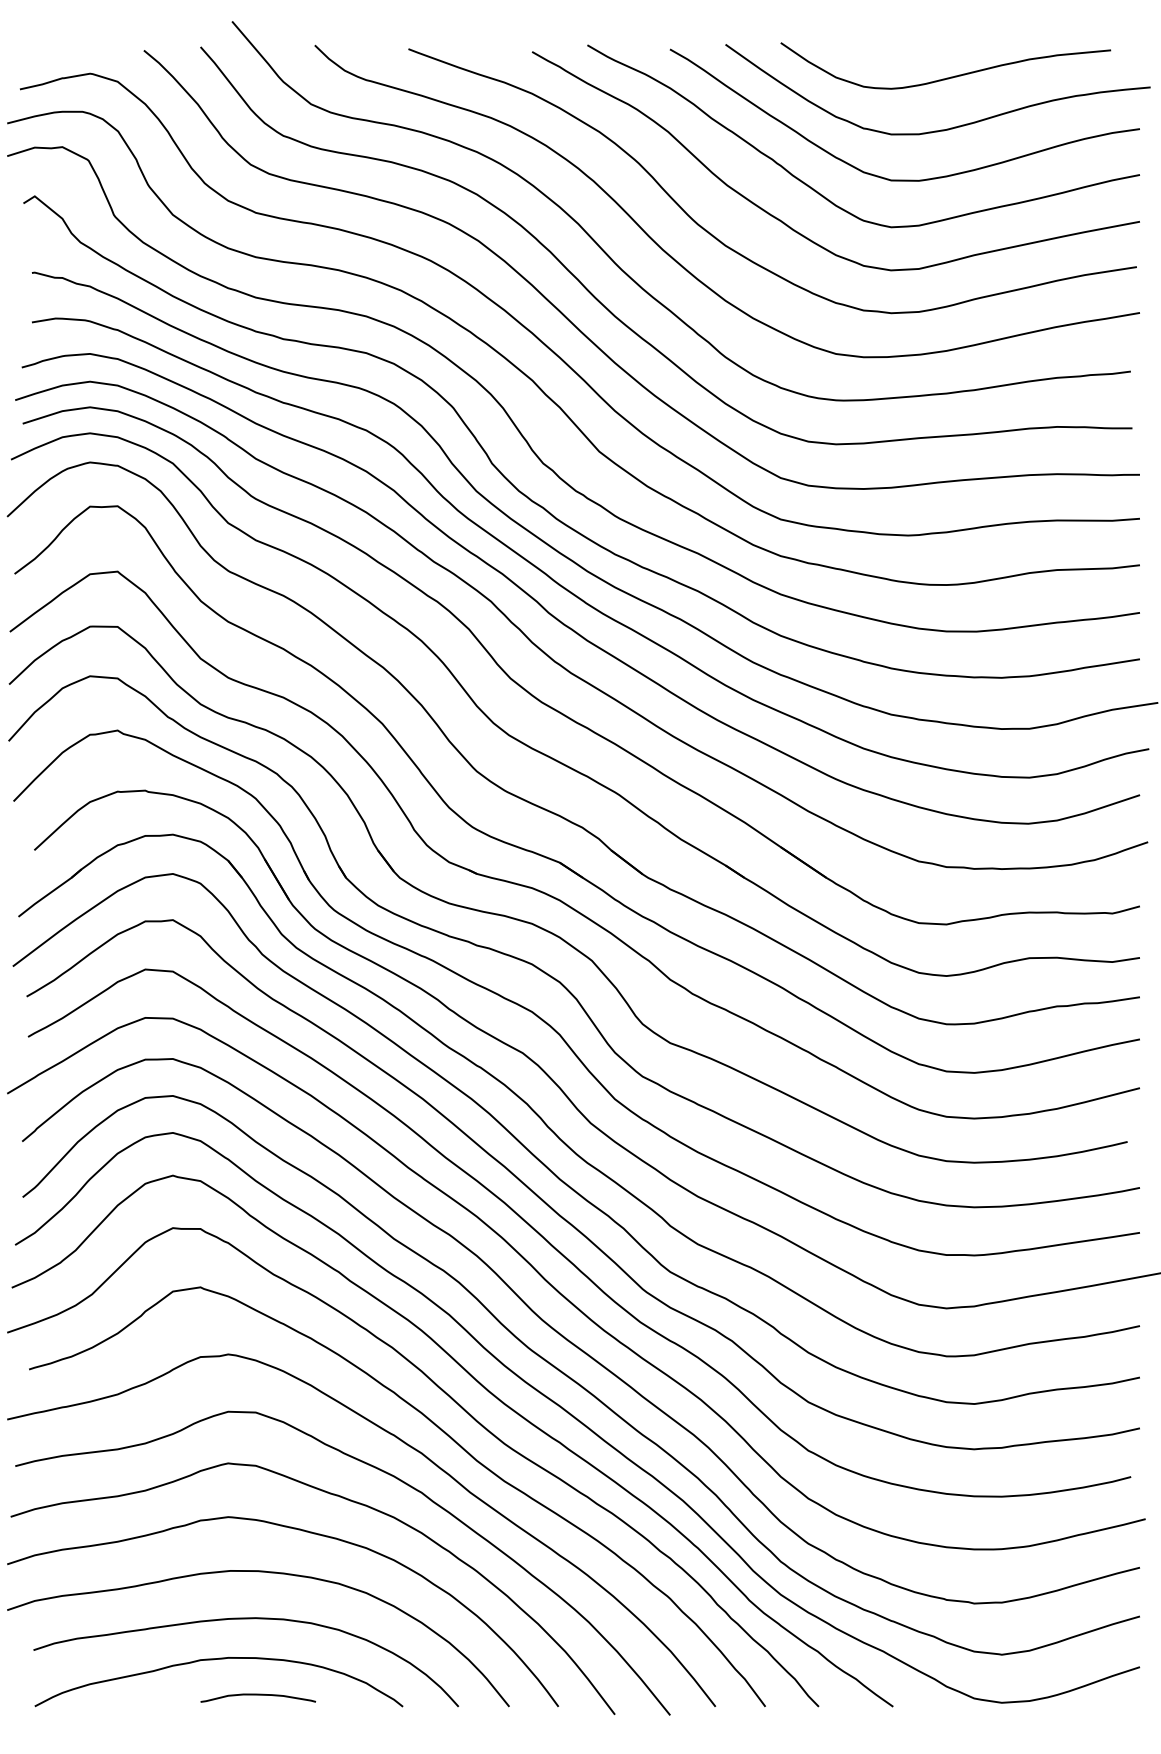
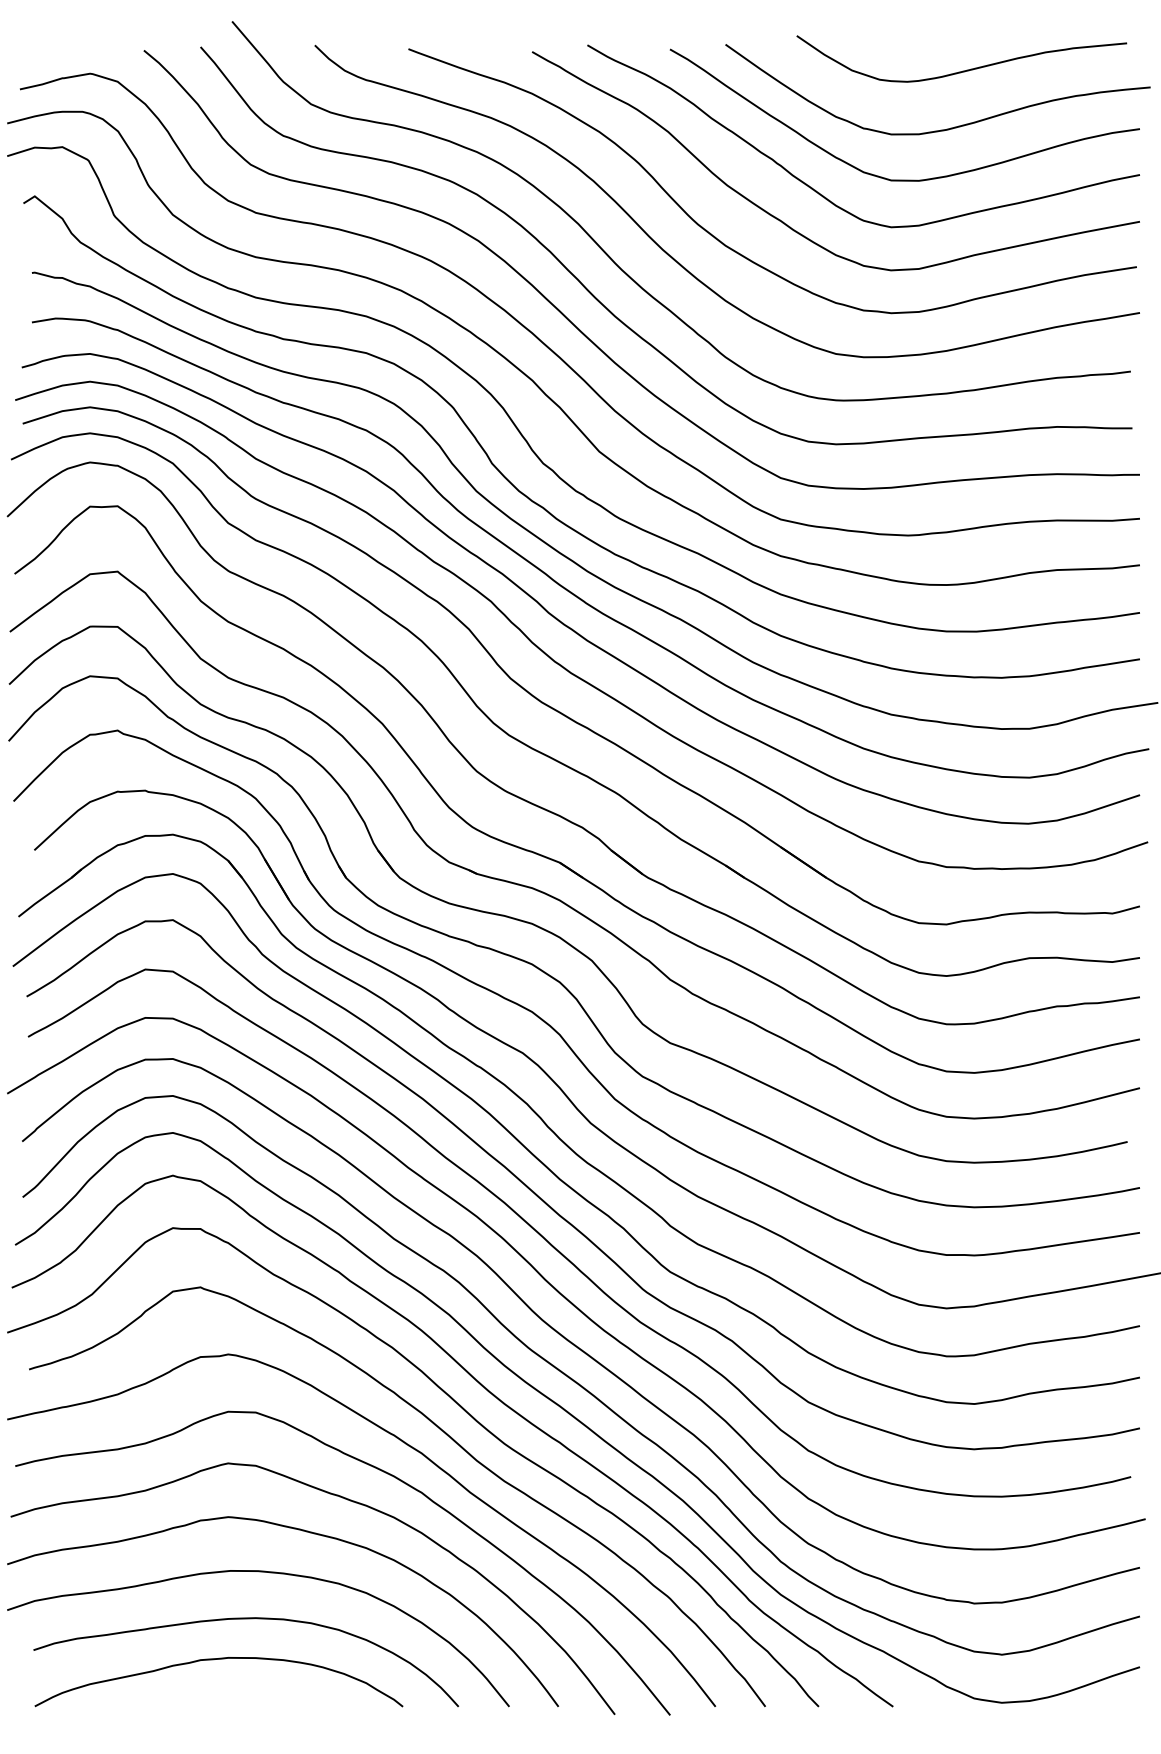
curve at (946, 77) position: (946, 77) -> (962, 70)
curve at (258, 1695): present -> none
